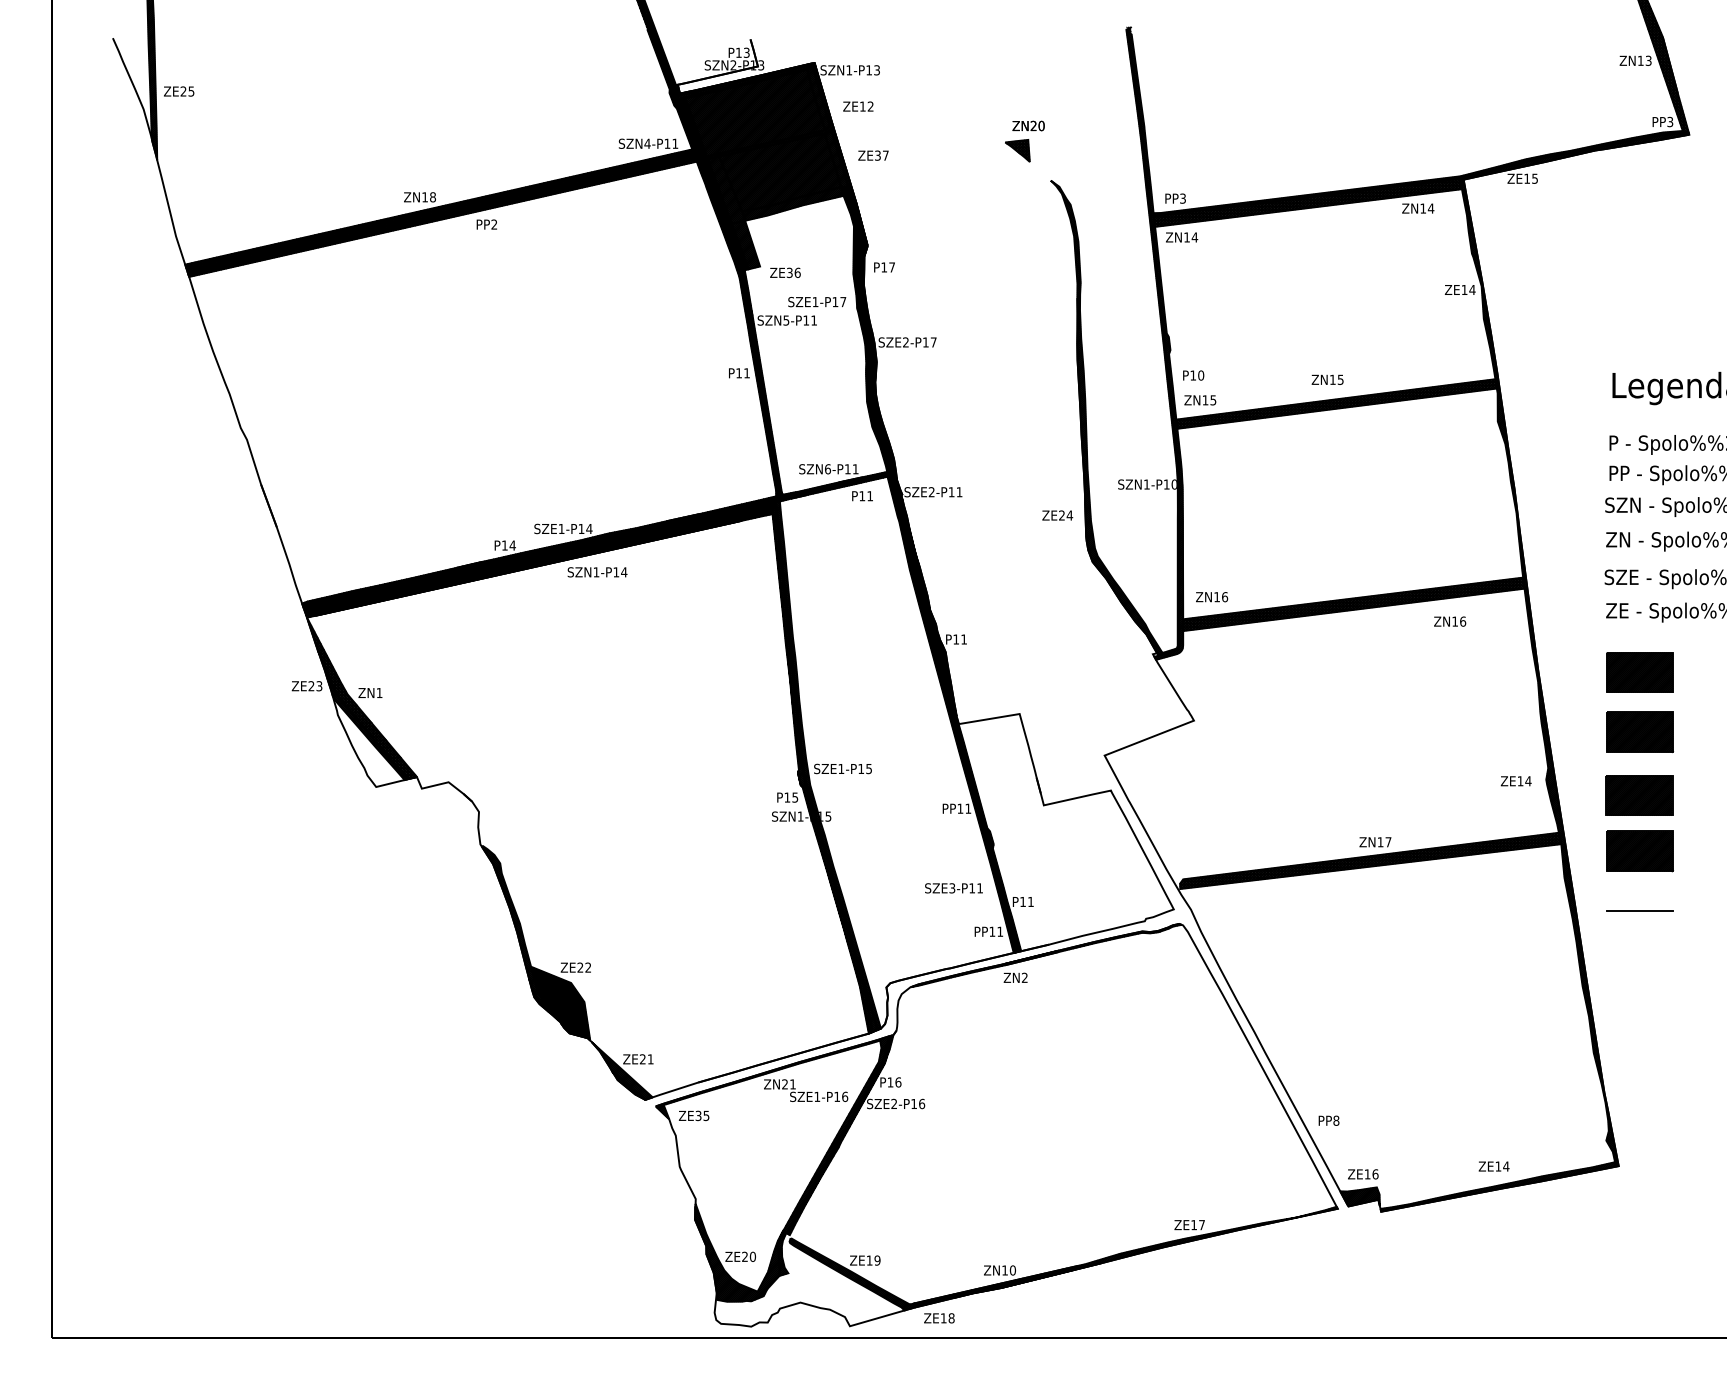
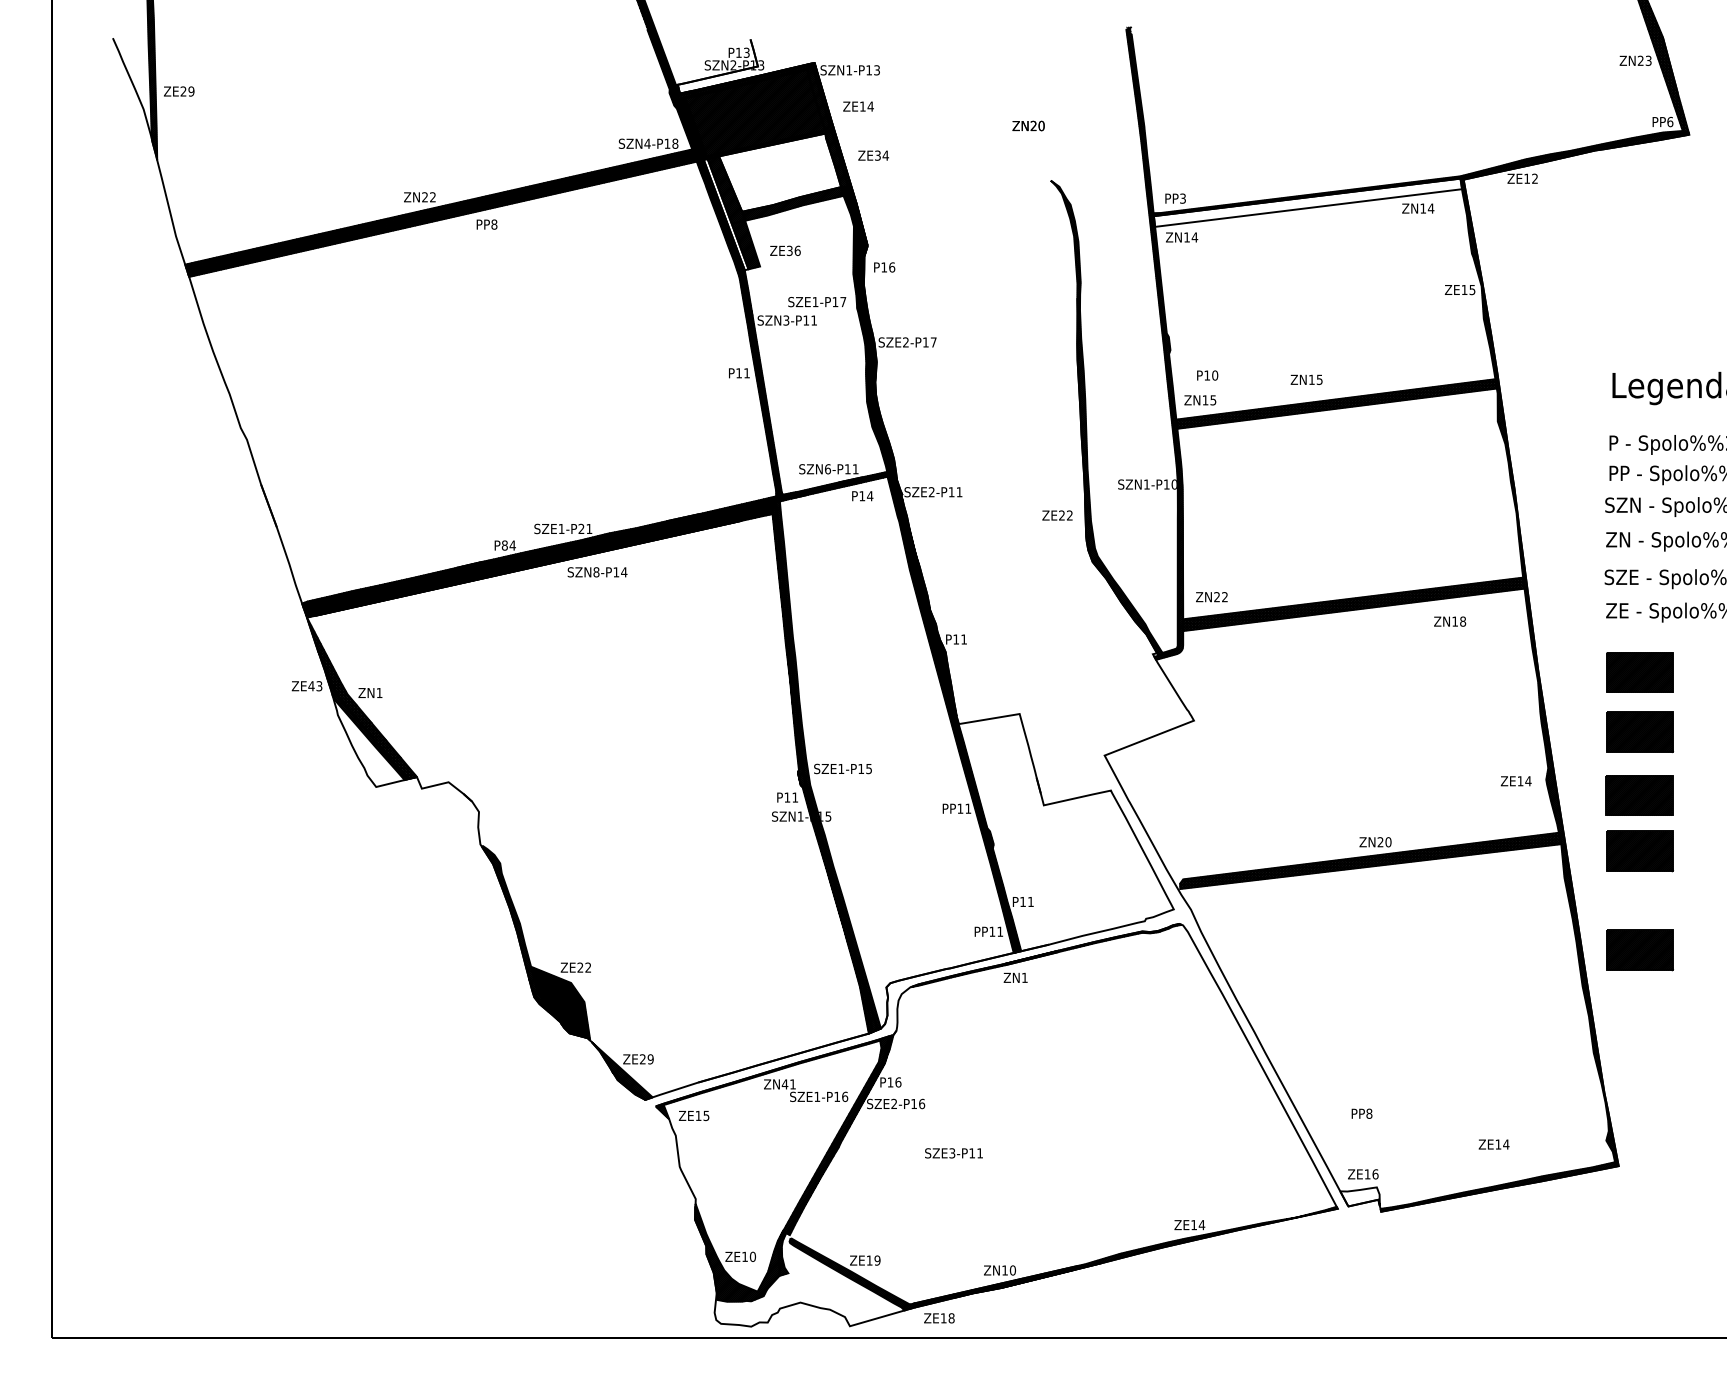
text at (1640, 60): ZN13 -> ZN23
text at (191, 91): ZE25 -> ZE29
text at (870, 106): ZE12 -> ZE14
text at (1670, 121): PP3 -> PP6
text at (675, 143): SZN4-P11 -> SZN4-P18
part at (1017, 150): present -> none
text at (885, 155): ZE37 -> ZE34
hatch at (779, 172): present -> none
text at (1534, 178): ZE15 -> ZE12
text at (429, 197): ZN18 -> ZN22
hatch at (1307, 202): present -> none
hatch at (725, 214): present -> none
text at (494, 224): PP2 -> PP8
text at (892, 267): P17 -> P16
text at (785, 272) position: (785, 272) -> (785, 250)
text at (1472, 290): ZE14 -> ZE15
text at (786, 319): SZN5-P11 -> SZN3-P11
text at (1193, 375) position: (1193, 375) -> (1207, 375)
text at (1327, 379) position: (1327, 379) -> (1306, 379)
text at (870, 496): P11 -> P14
text at (1069, 515): ZE24 -> ZE22
text at (585, 528): SZE1-P14 -> SZE1-P21
text at (504, 545): P14 -> P84
text at (596, 572): SZN1-P14 -> SZN8-P14
text at (1221, 597): ZN16 -> ZN22
text at (1463, 621): ZN16 -> ZN18
text at (311, 686): ZE23 -> ZE43
text at (795, 797): P15 -> P11
text at (1384, 842): ZN17 -> ZN20
text at (953, 888) position: (953, 888) -> (953, 1153)
line at (1639, 911): present -> none
part at (1639, 950): none -> present
text at (1024, 977): ZN2 -> ZN1
text at (650, 1059): ZE21 -> ZE29
text at (784, 1084): ZN21 -> ZN41
text at (698, 1115): ZE35 -> ZE15
text at (1328, 1120) position: (1328, 1120) -> (1361, 1113)
text at (1493, 1166) position: (1493, 1166) -> (1493, 1144)
hatch at (1359, 1196): present -> none
text at (1201, 1225): ZE17 -> ZE14
text at (744, 1256): ZE20 -> ZE10
